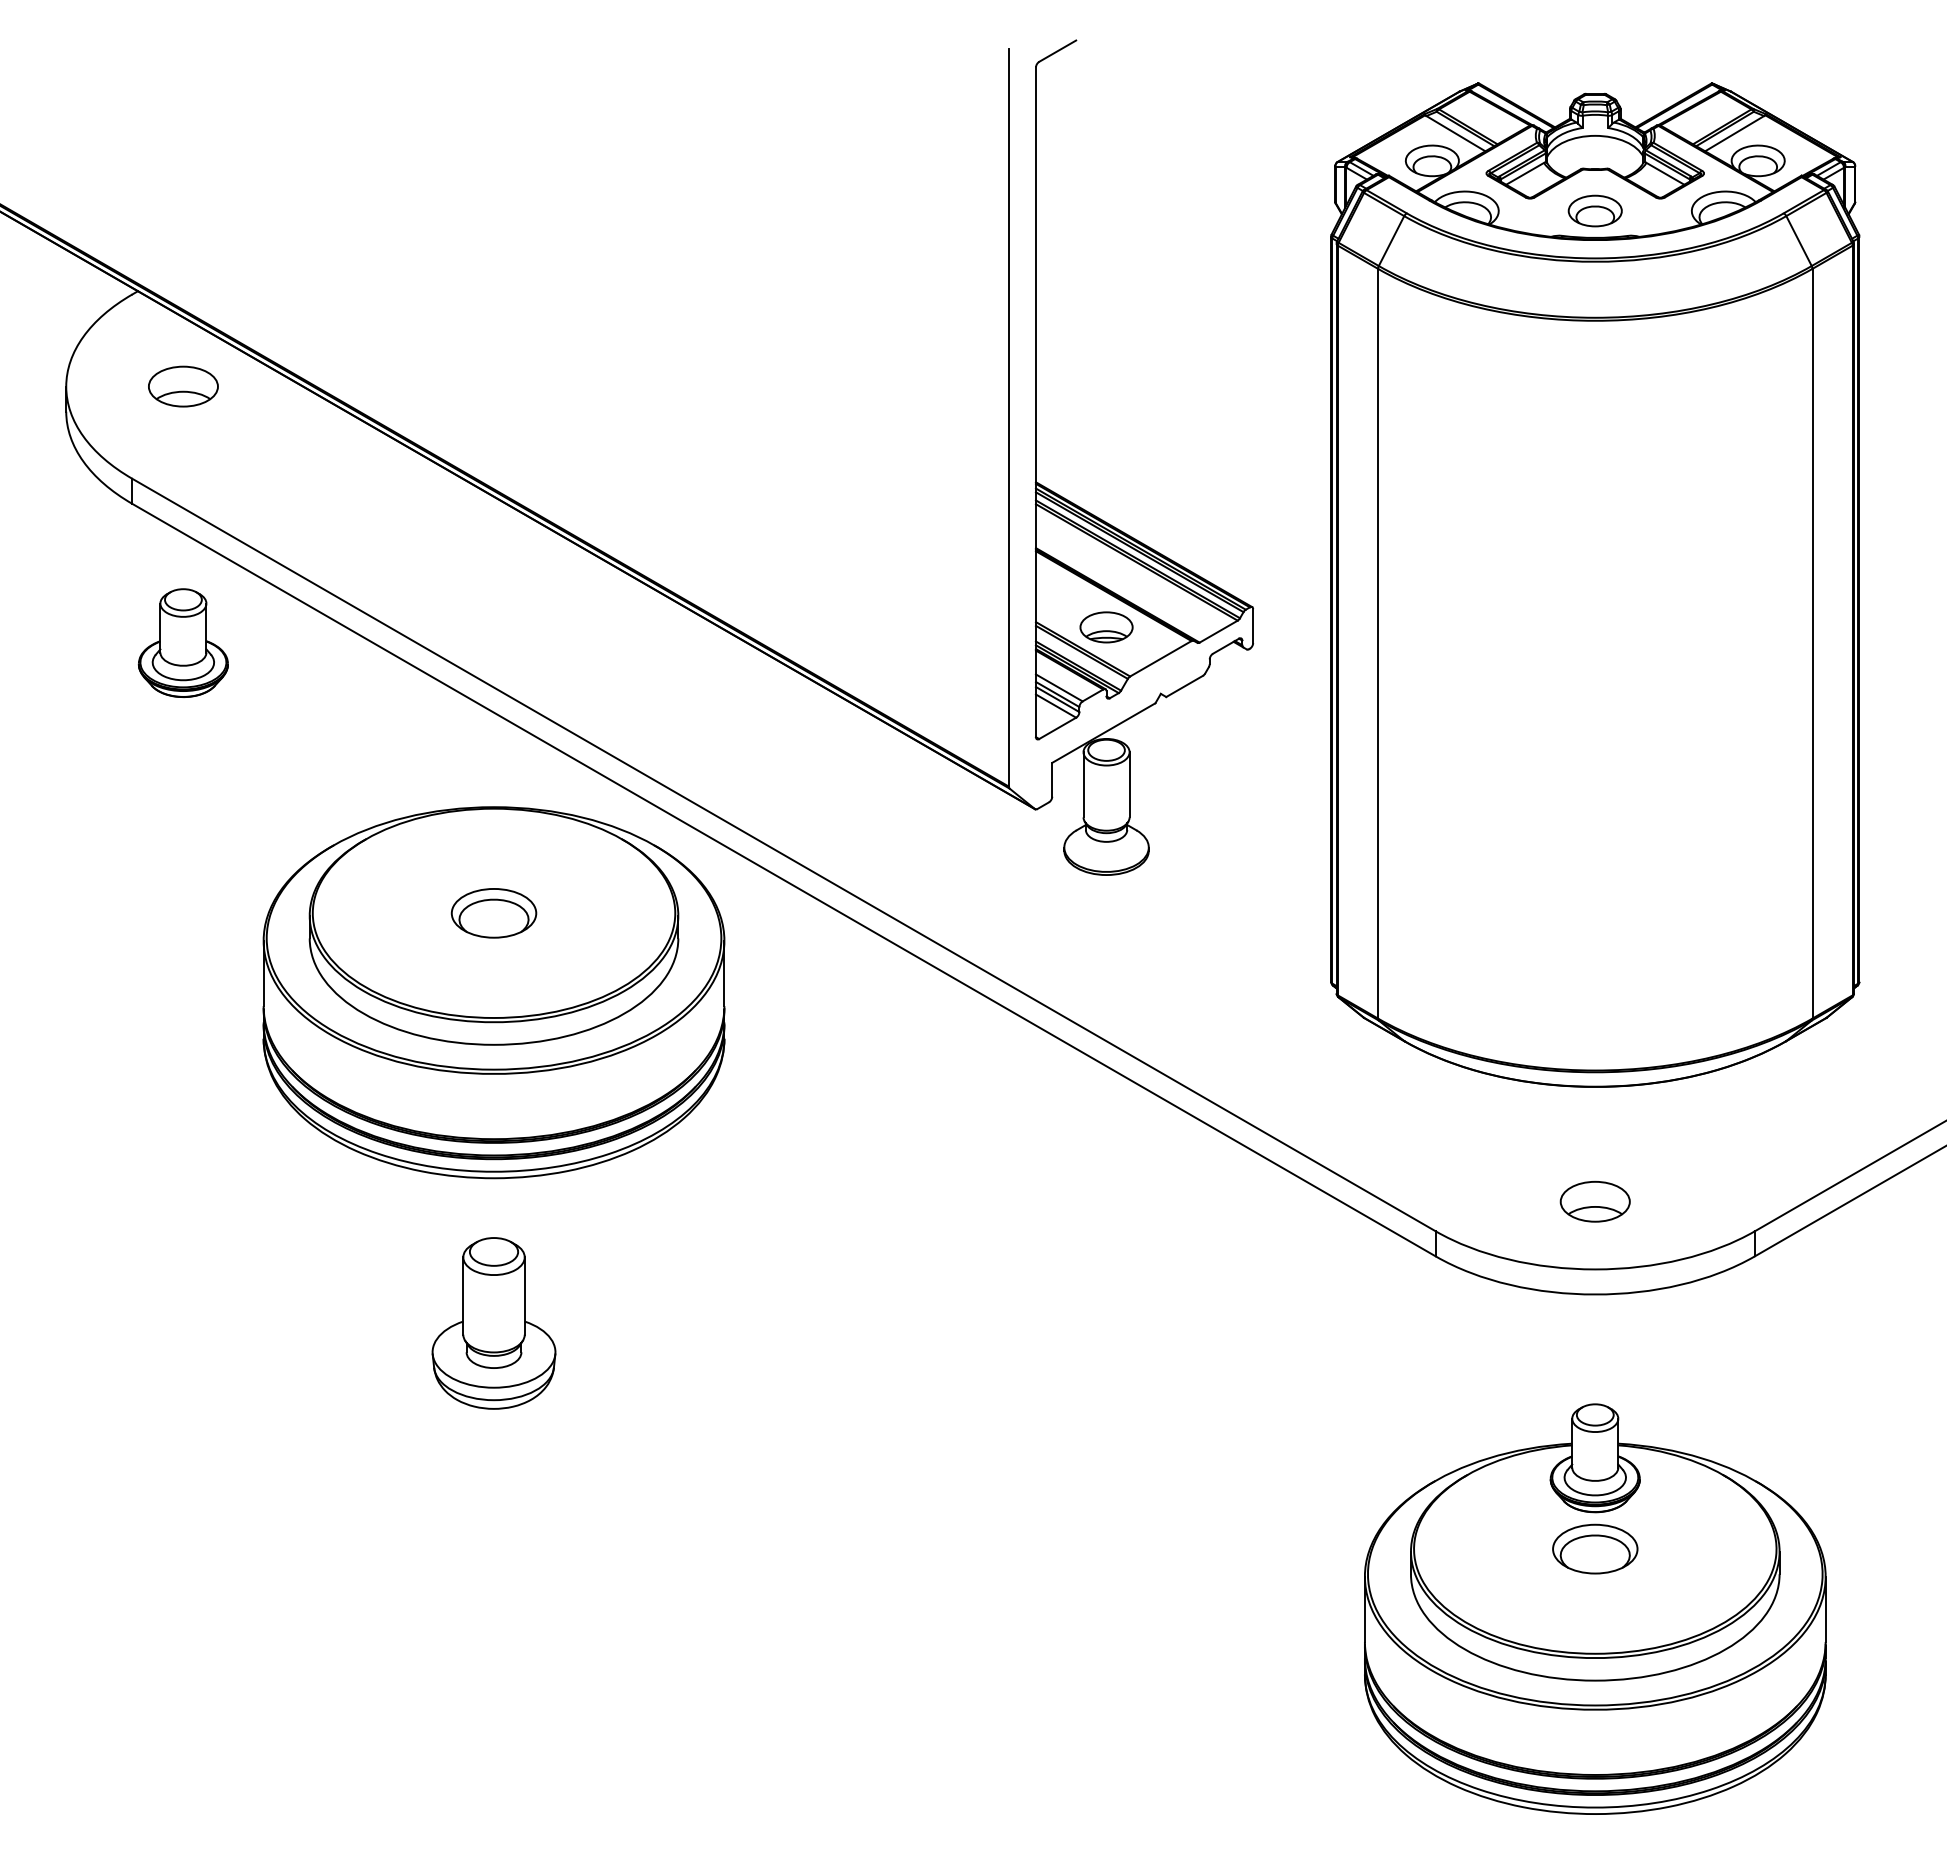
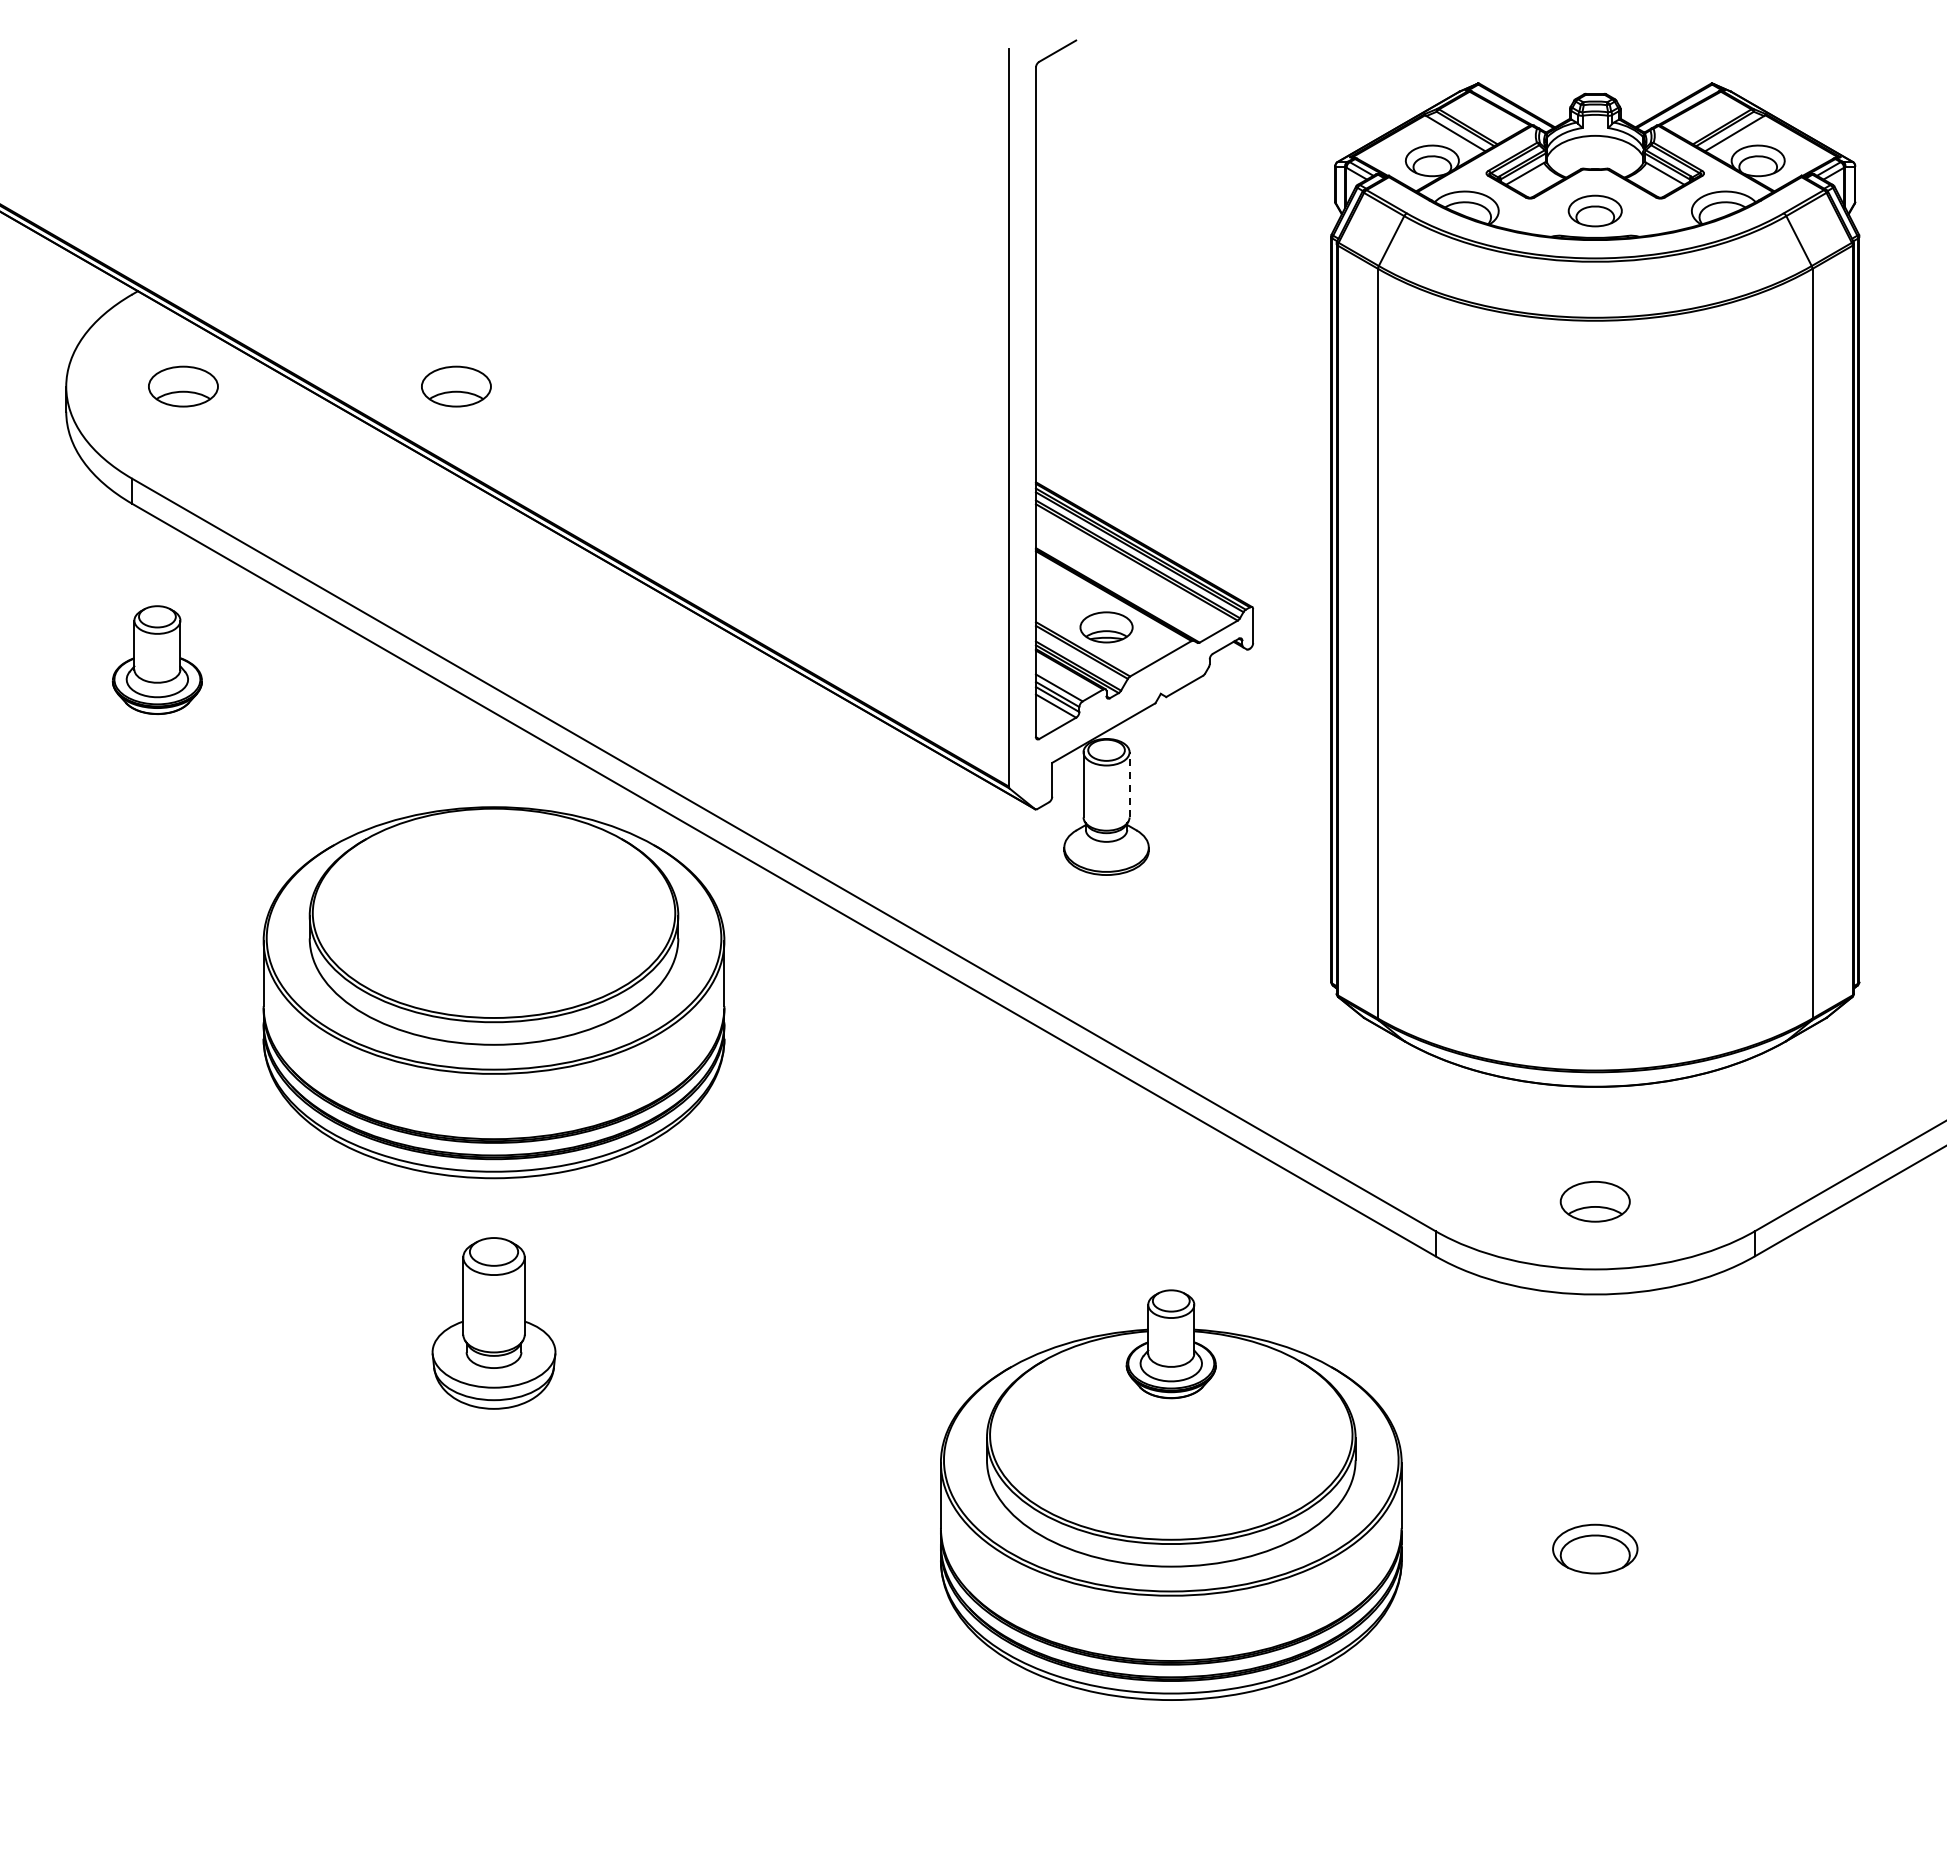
part at (456, 386): none -> present
part at (182, 642) position: (182, 642) -> (156, 659)
line at (1129, 784): solid -> dashed
part at (493, 913): present -> none
part at (1595, 1608) position: (1595, 1608) -> (1171, 1494)
